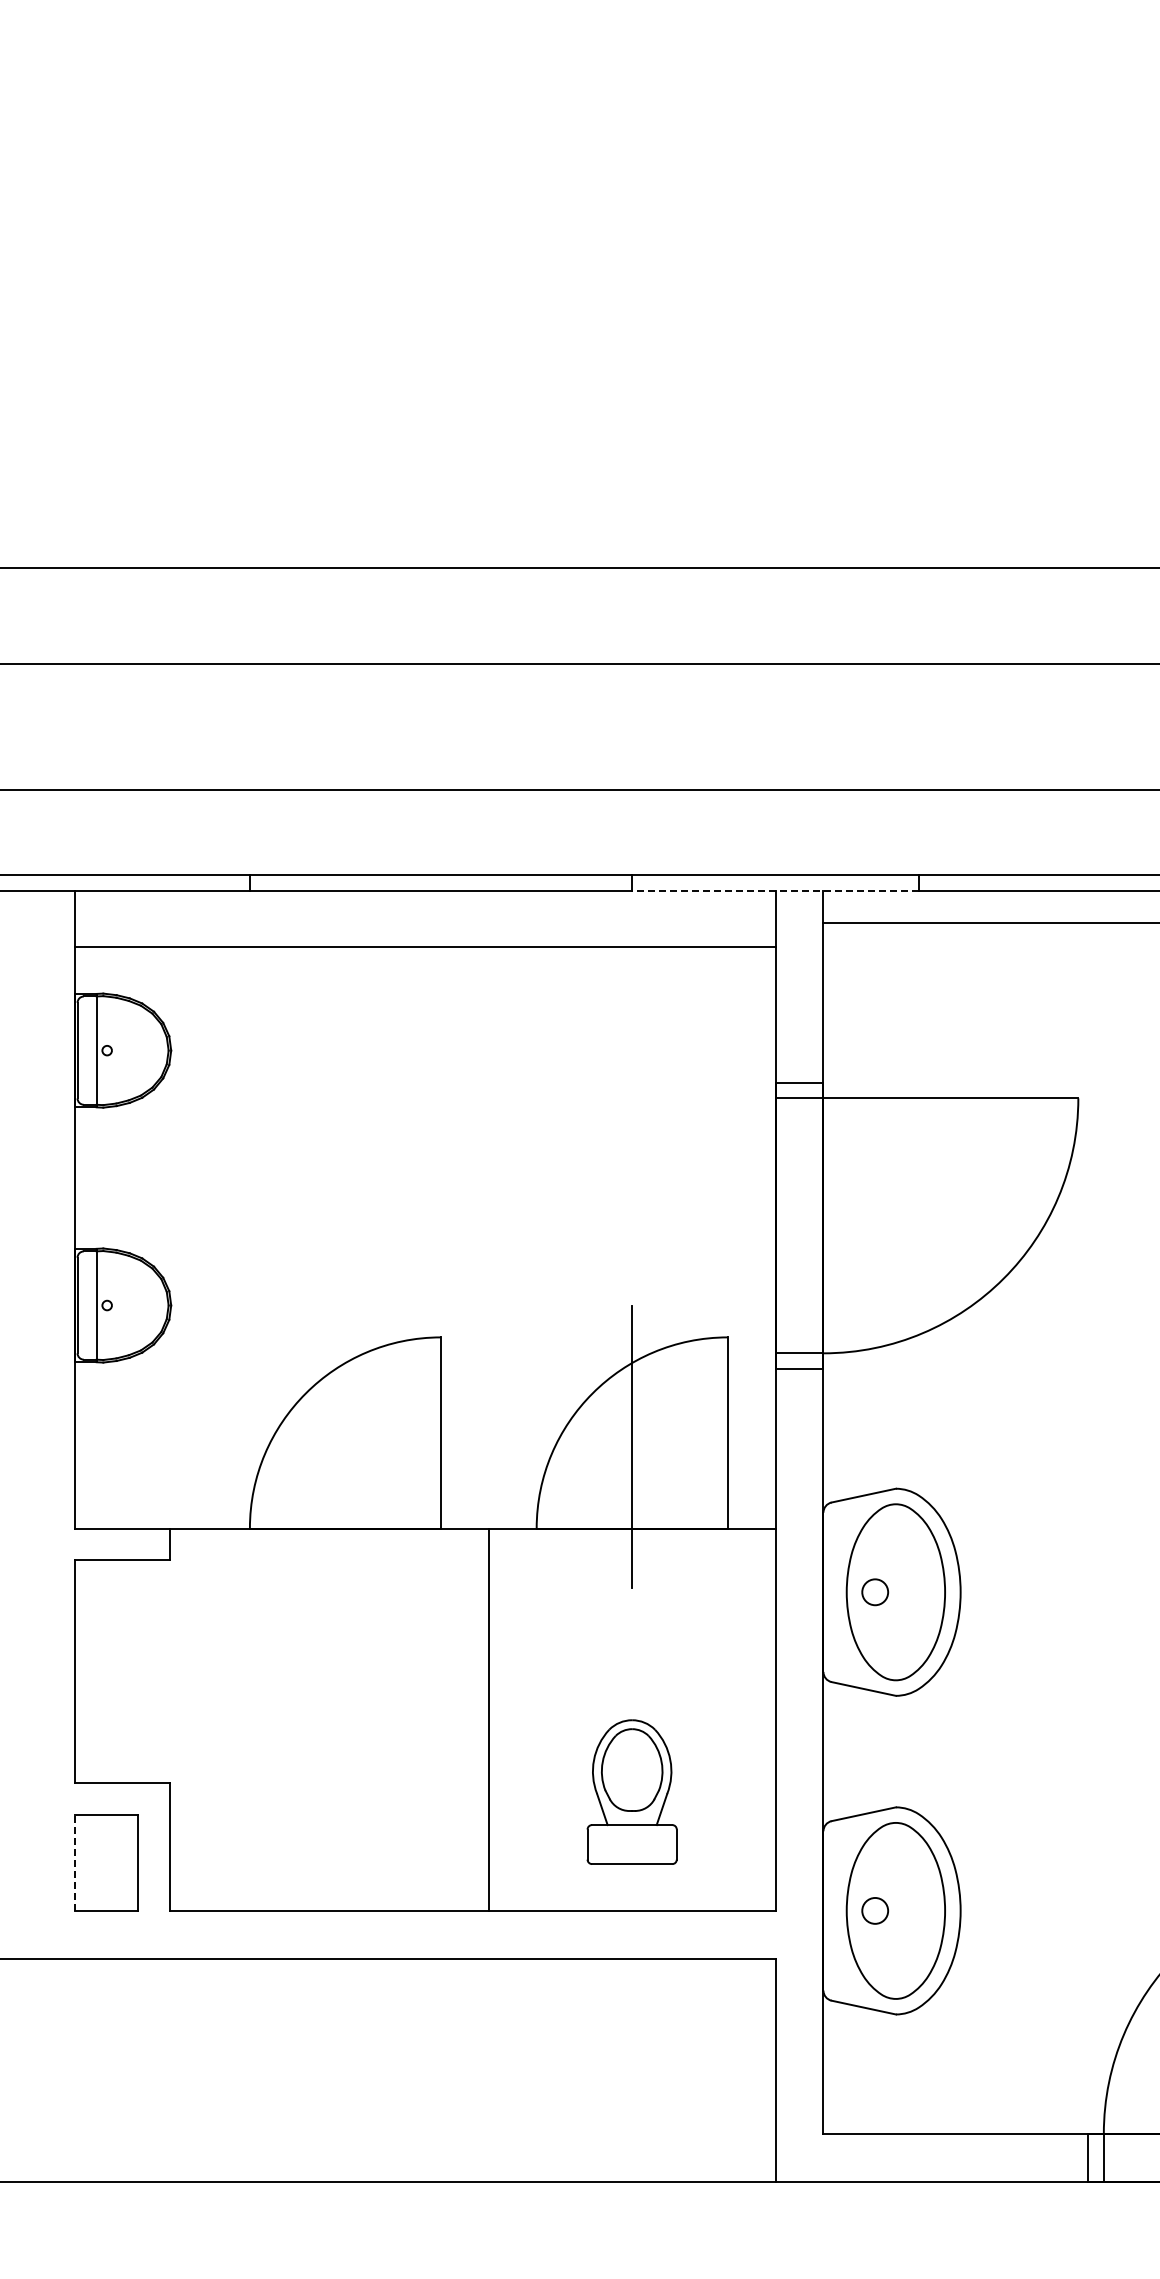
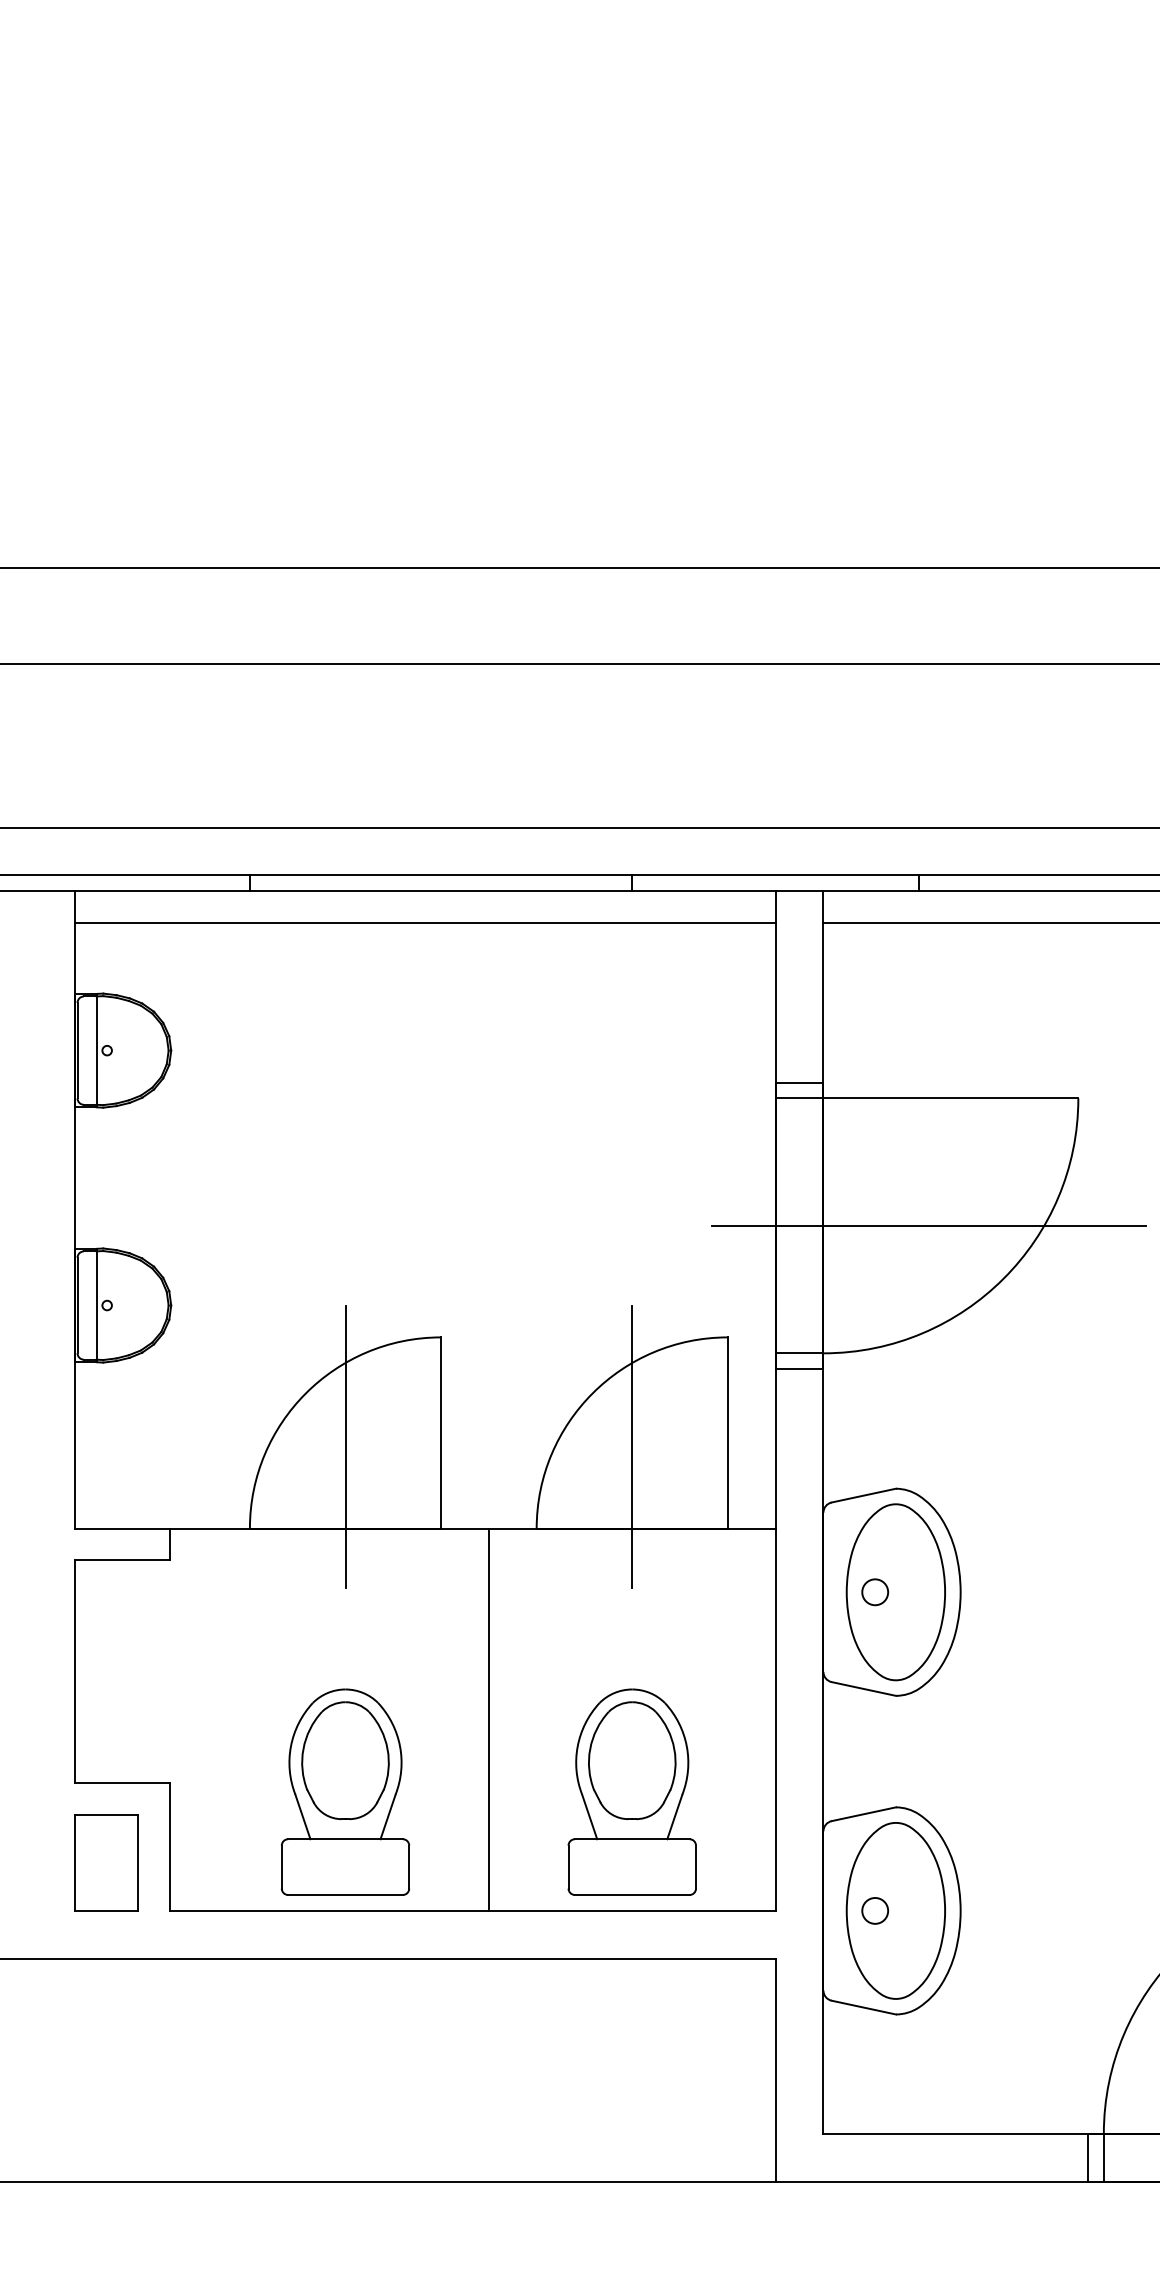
line at (579, 789) position: (579, 789) -> (579, 827)
line at (775, 891): dashed -> solid
line at (424, 947) position: (424, 947) -> (424, 923)
line at (928, 1225): none -> present
line at (345, 1446): none -> present
part at (345, 1791): none -> present
part at (631, 1791) size: 92x146 px -> 130x208 px
line at (74, 1863): dashed -> solid
